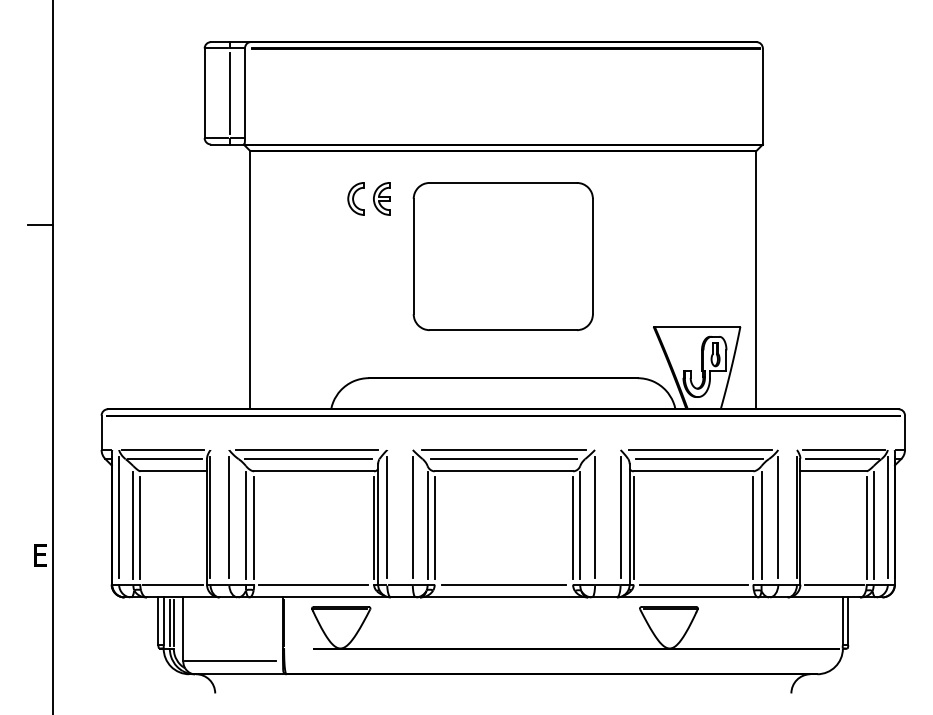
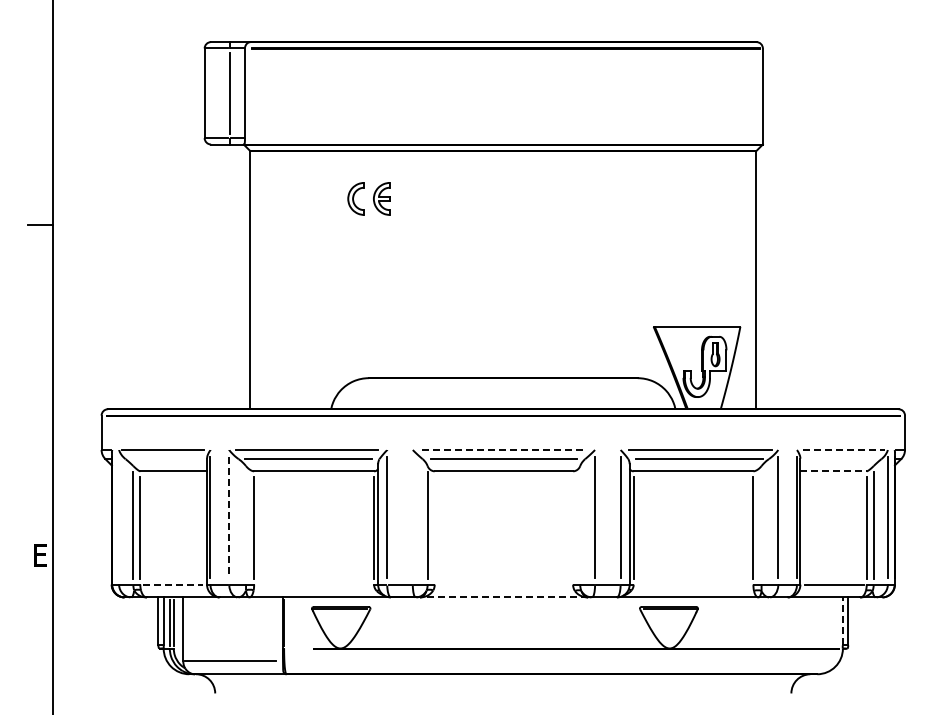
part at (502, 256): present -> none
line at (504, 450): solid -> dashed
line at (844, 450): solid -> dashed
line at (164, 459): present -> none
line at (841, 459): present -> none
line at (834, 471): solid -> dashed
line at (119, 516): present -> none
line at (412, 516): present -> none
line at (229, 517): solid -> dashed
line at (246, 525): present -> none
line at (580, 525): present -> none
line at (761, 525): present -> none
line at (434, 527): present -> none
line at (573, 527): present -> none
line at (173, 584): solid -> dashed
line at (313, 584): present -> none
line at (503, 584): present -> none
line at (694, 584): present -> none
line at (503, 597): solid -> dashed
line at (842, 620): solid -> dashed
